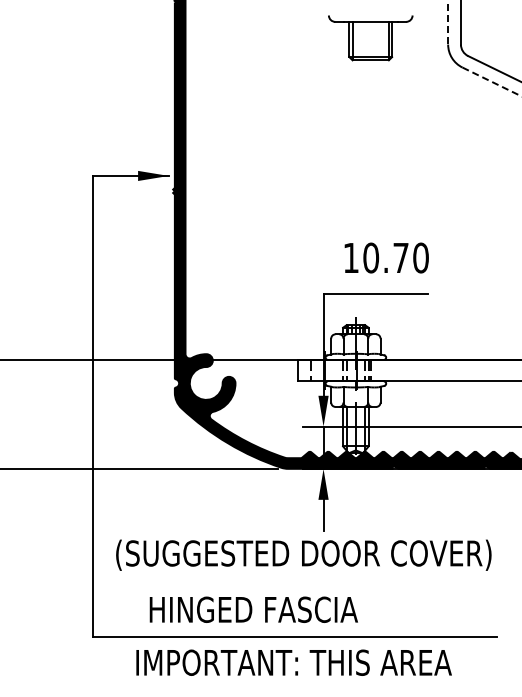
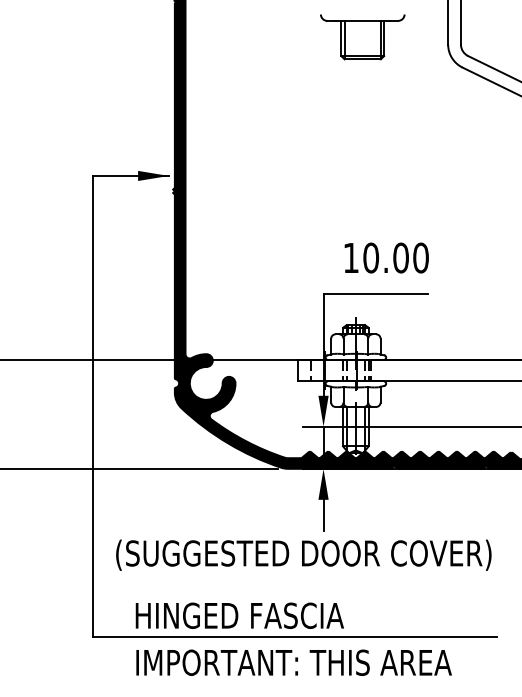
line at (448, 22): dashed -> solid
part at (370, 38) position: (370, 38) -> (362, 37)
line at (491, 81): dashed -> solid
text at (400, 257): 10.70 -> 10.00
text at (253, 609) position: (253, 609) -> (239, 615)
